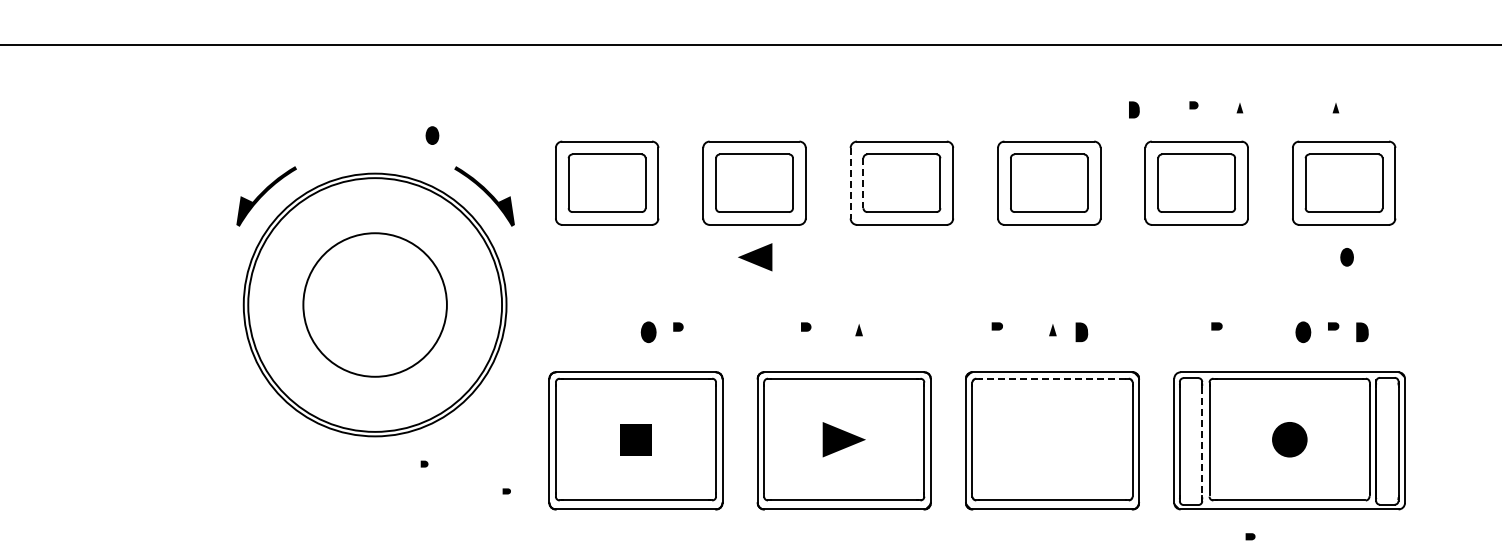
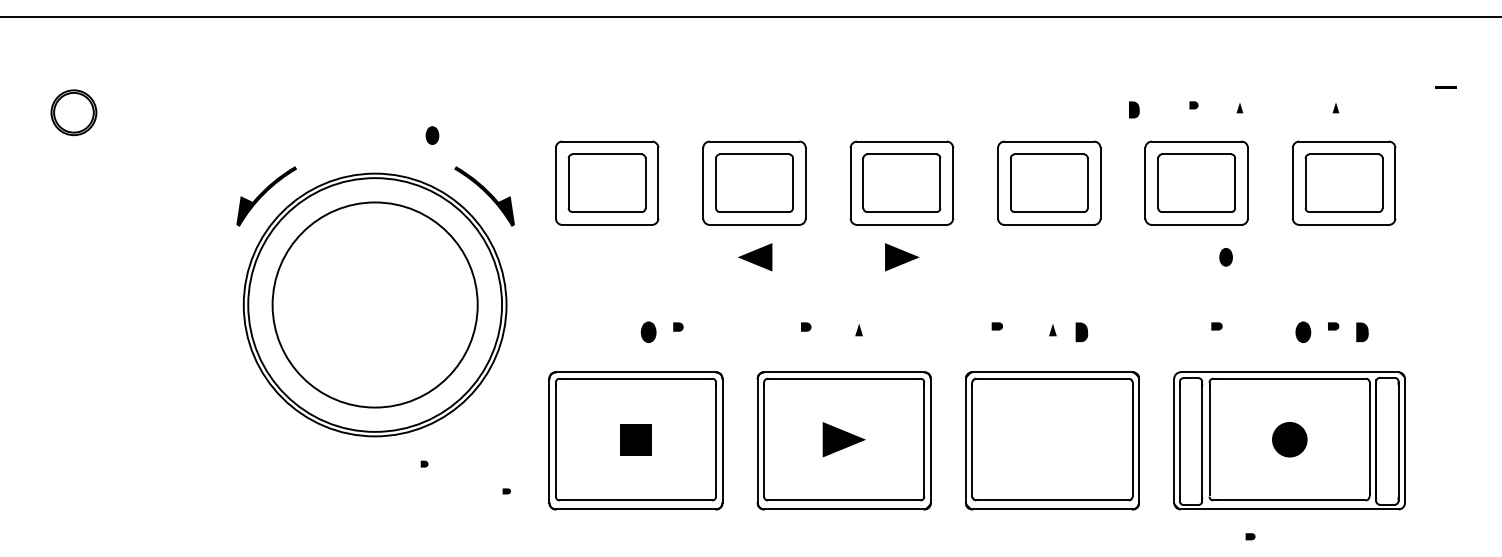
line at (750, 44) position: (750, 44) -> (750, 16)
line at (1445, 87): none -> present
part at (73, 112): none -> present
line at (850, 183): dashed -> solid
line at (863, 183): dashed -> solid
part at (902, 257): none -> present
part at (1346, 257) position: (1346, 257) -> (1225, 257)
circle at (374, 304) diameter: 144 px -> 205 px
line at (1052, 378): dashed -> solid
line at (1202, 441): dashed -> solid
